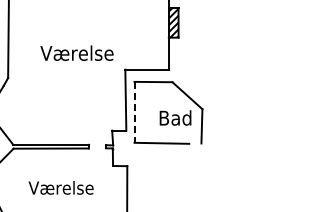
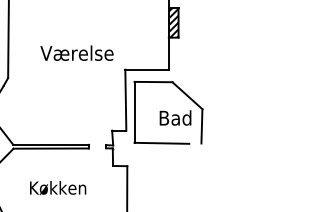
line at (134, 112): dashed -> solid
text at (60, 188): Værelse -> Køkken
